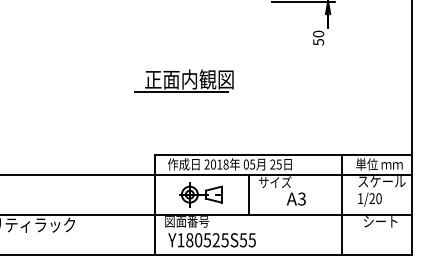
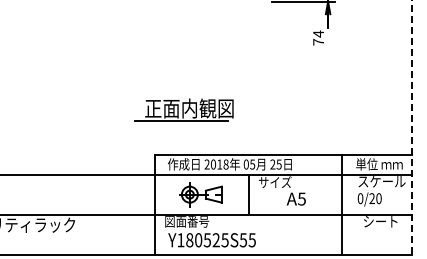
text at (318, 37): 50 -> 74
part at (183, 80) position: (183, 80) -> (183, 109)
line at (412, 127): solid -> dashed
text at (301, 198): A3 -> A5
text at (360, 198): 1/20 -> 0/20
